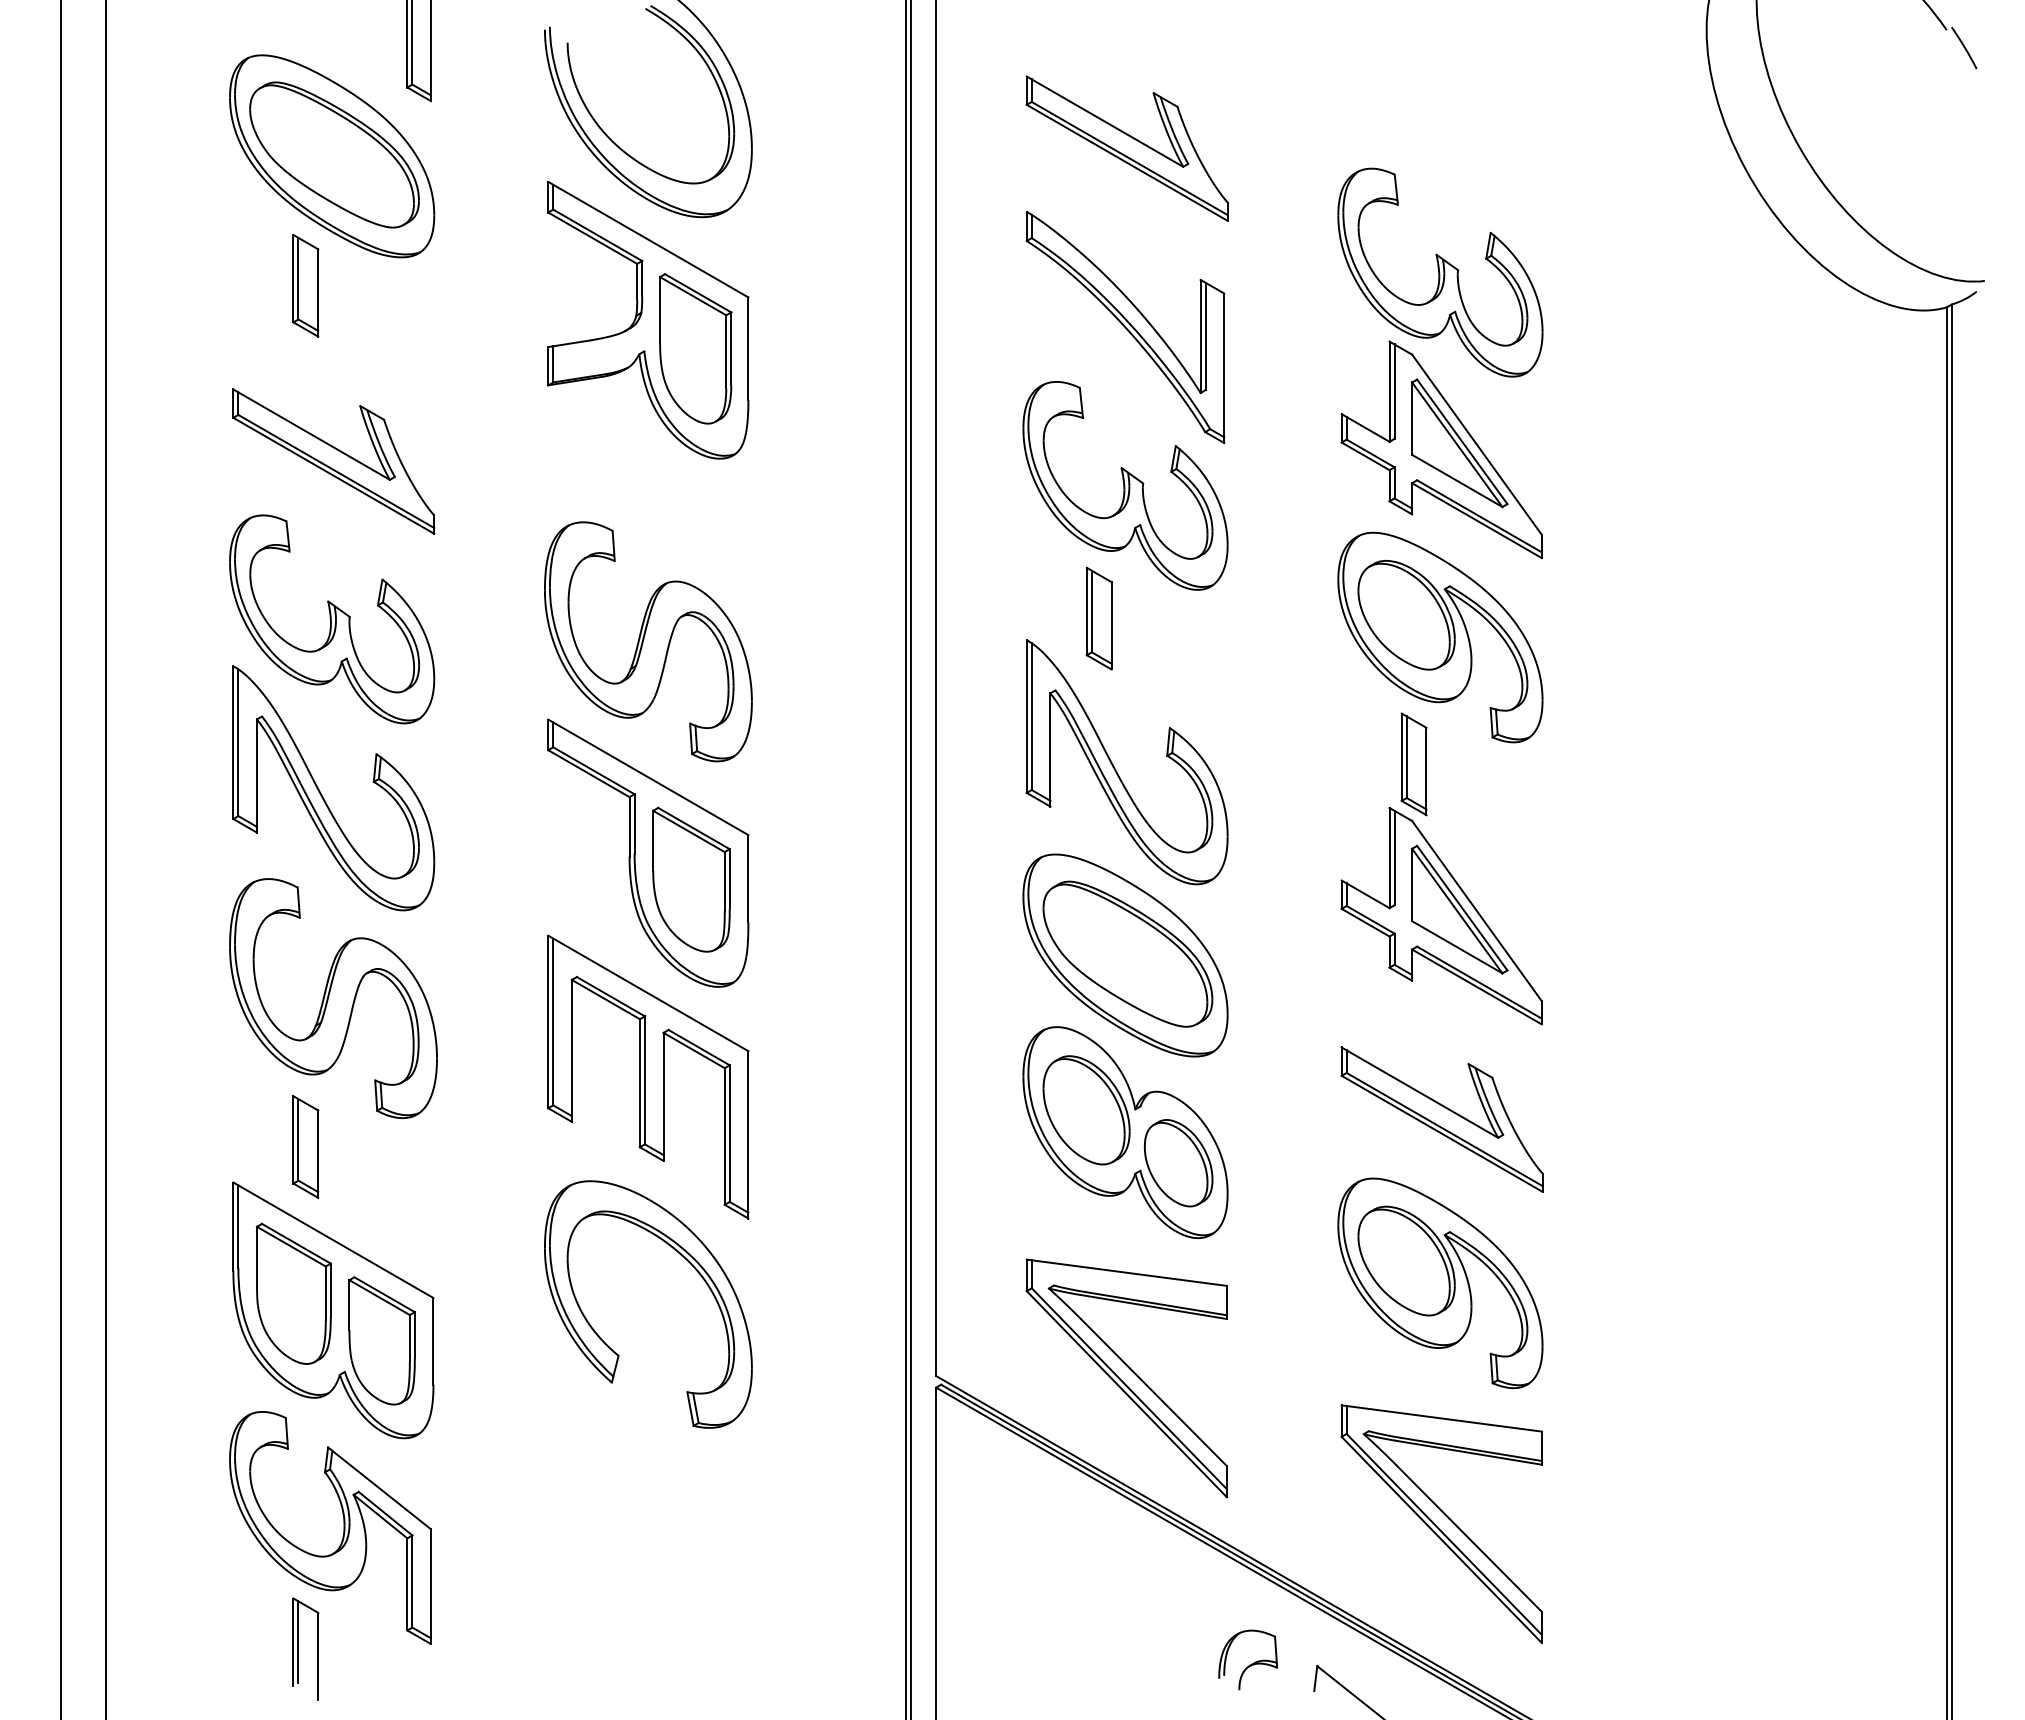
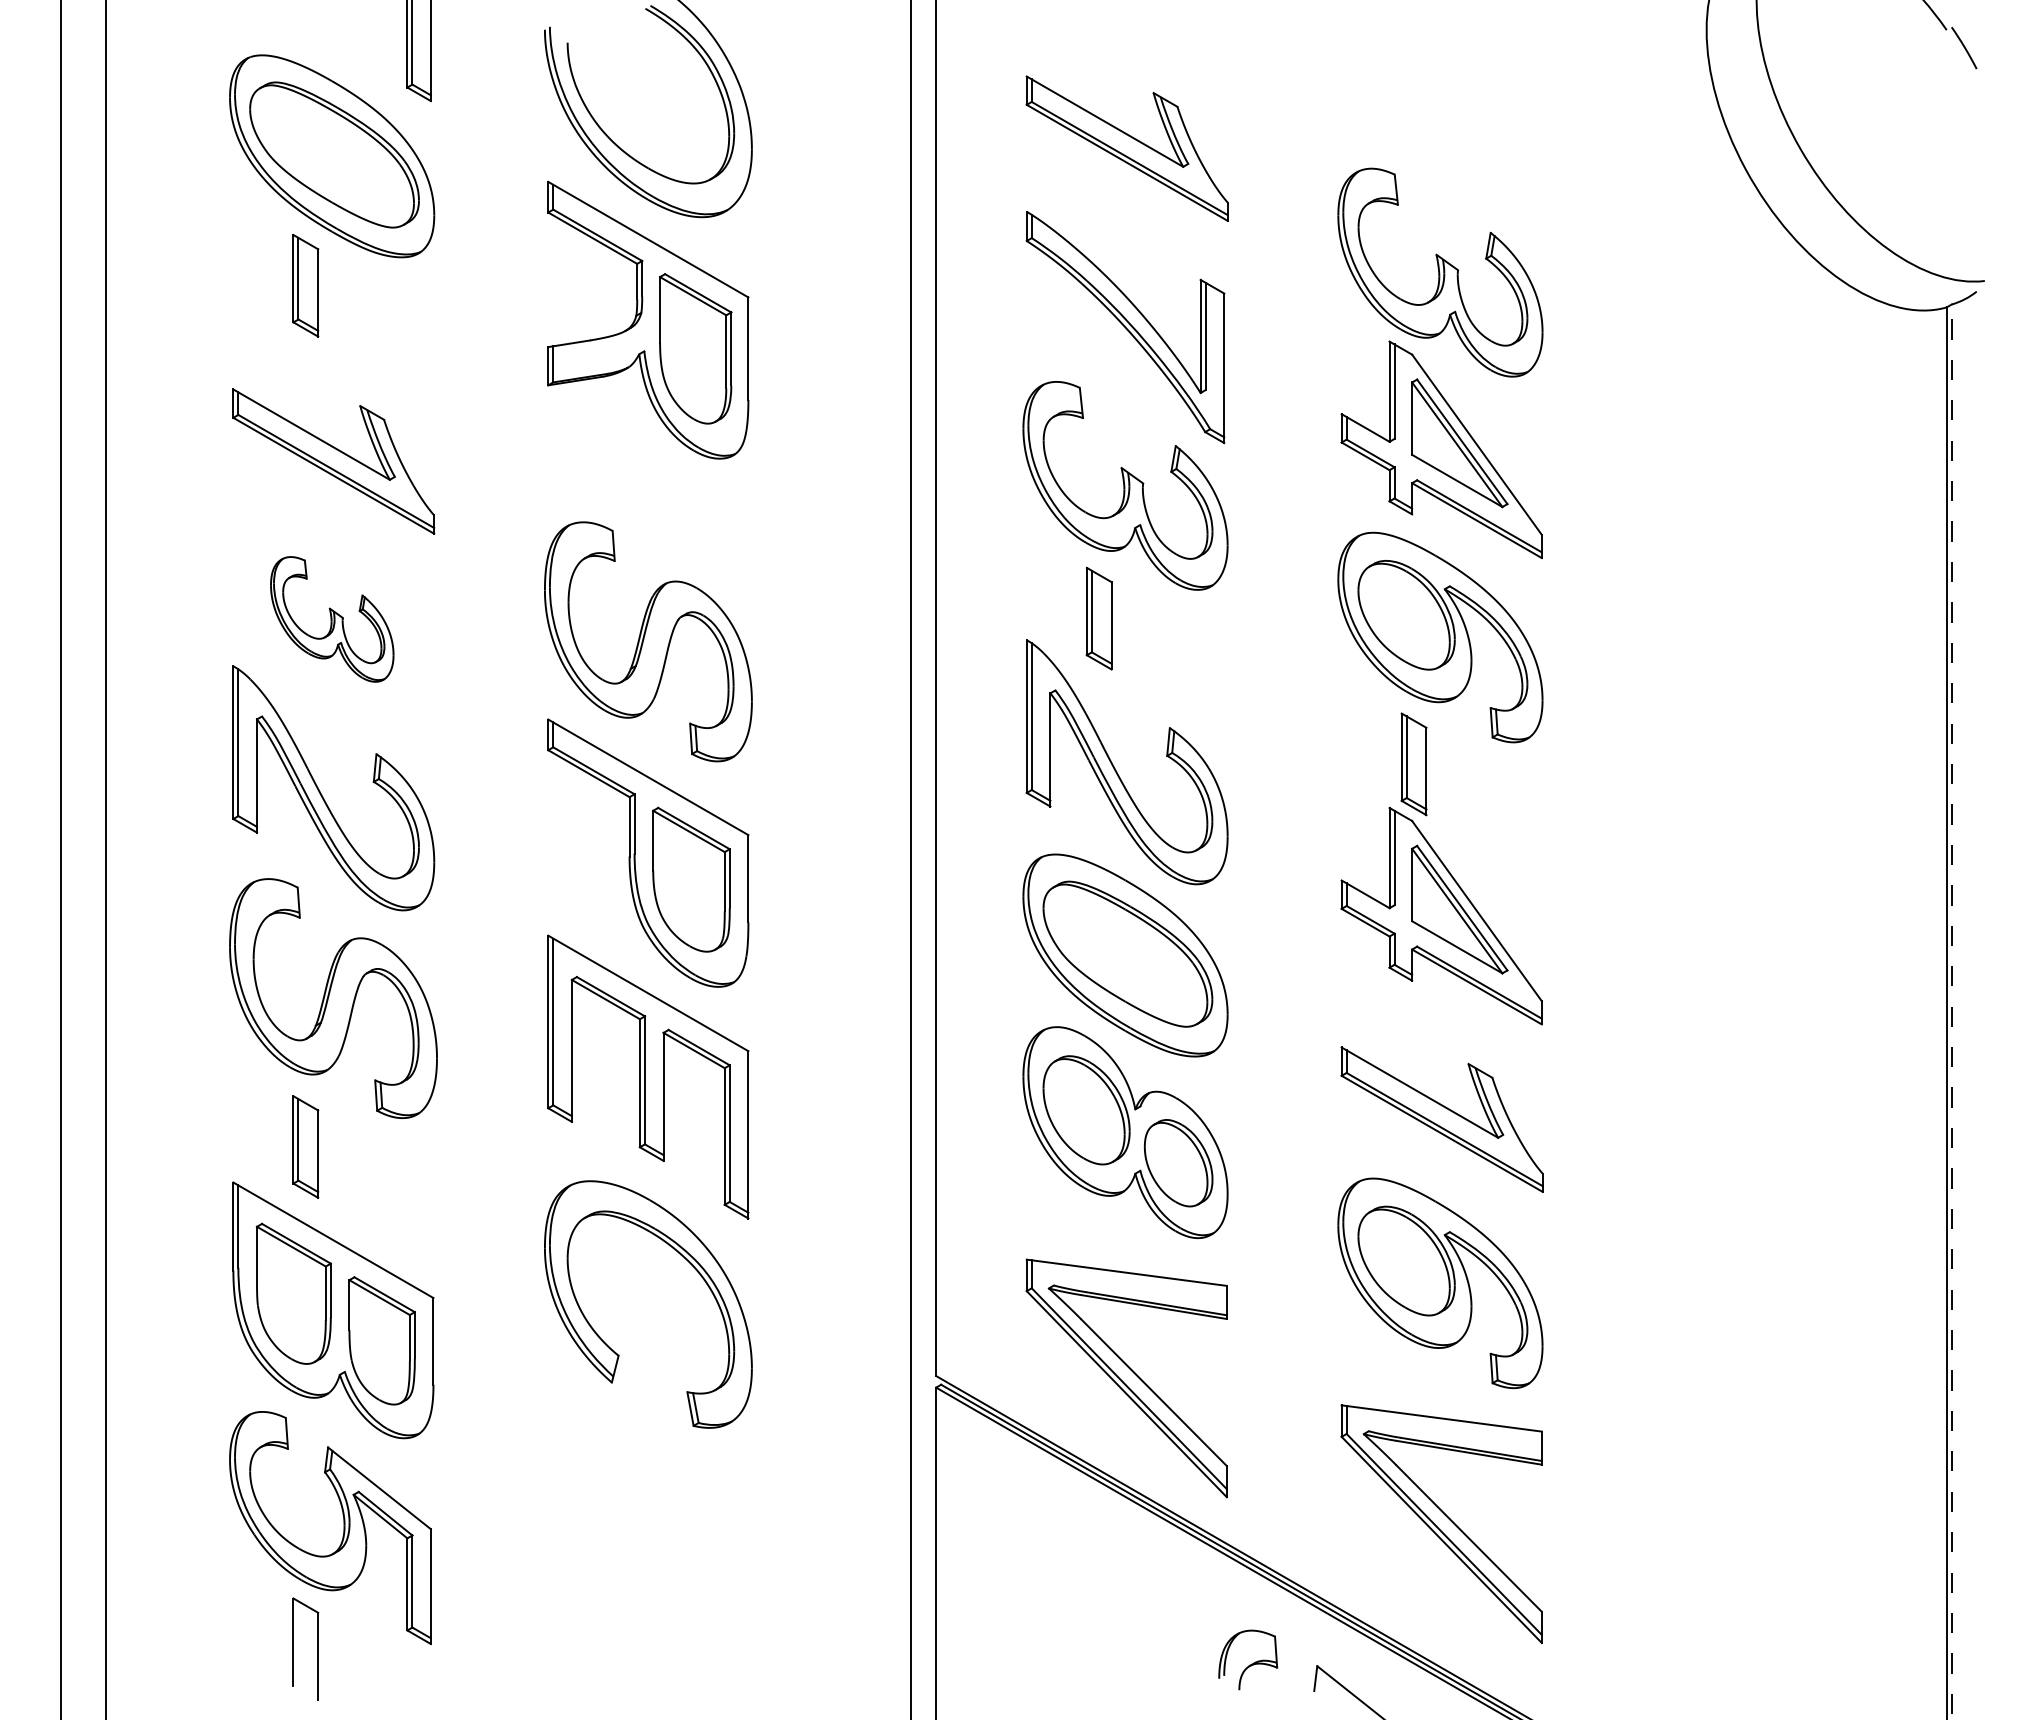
part at (332, 619) size: 207x211 px -> 125x127 px
line at (906, 859): present -> none
line at (1951, 1012): solid -> dashed
line at (298, 1641): present -> none
